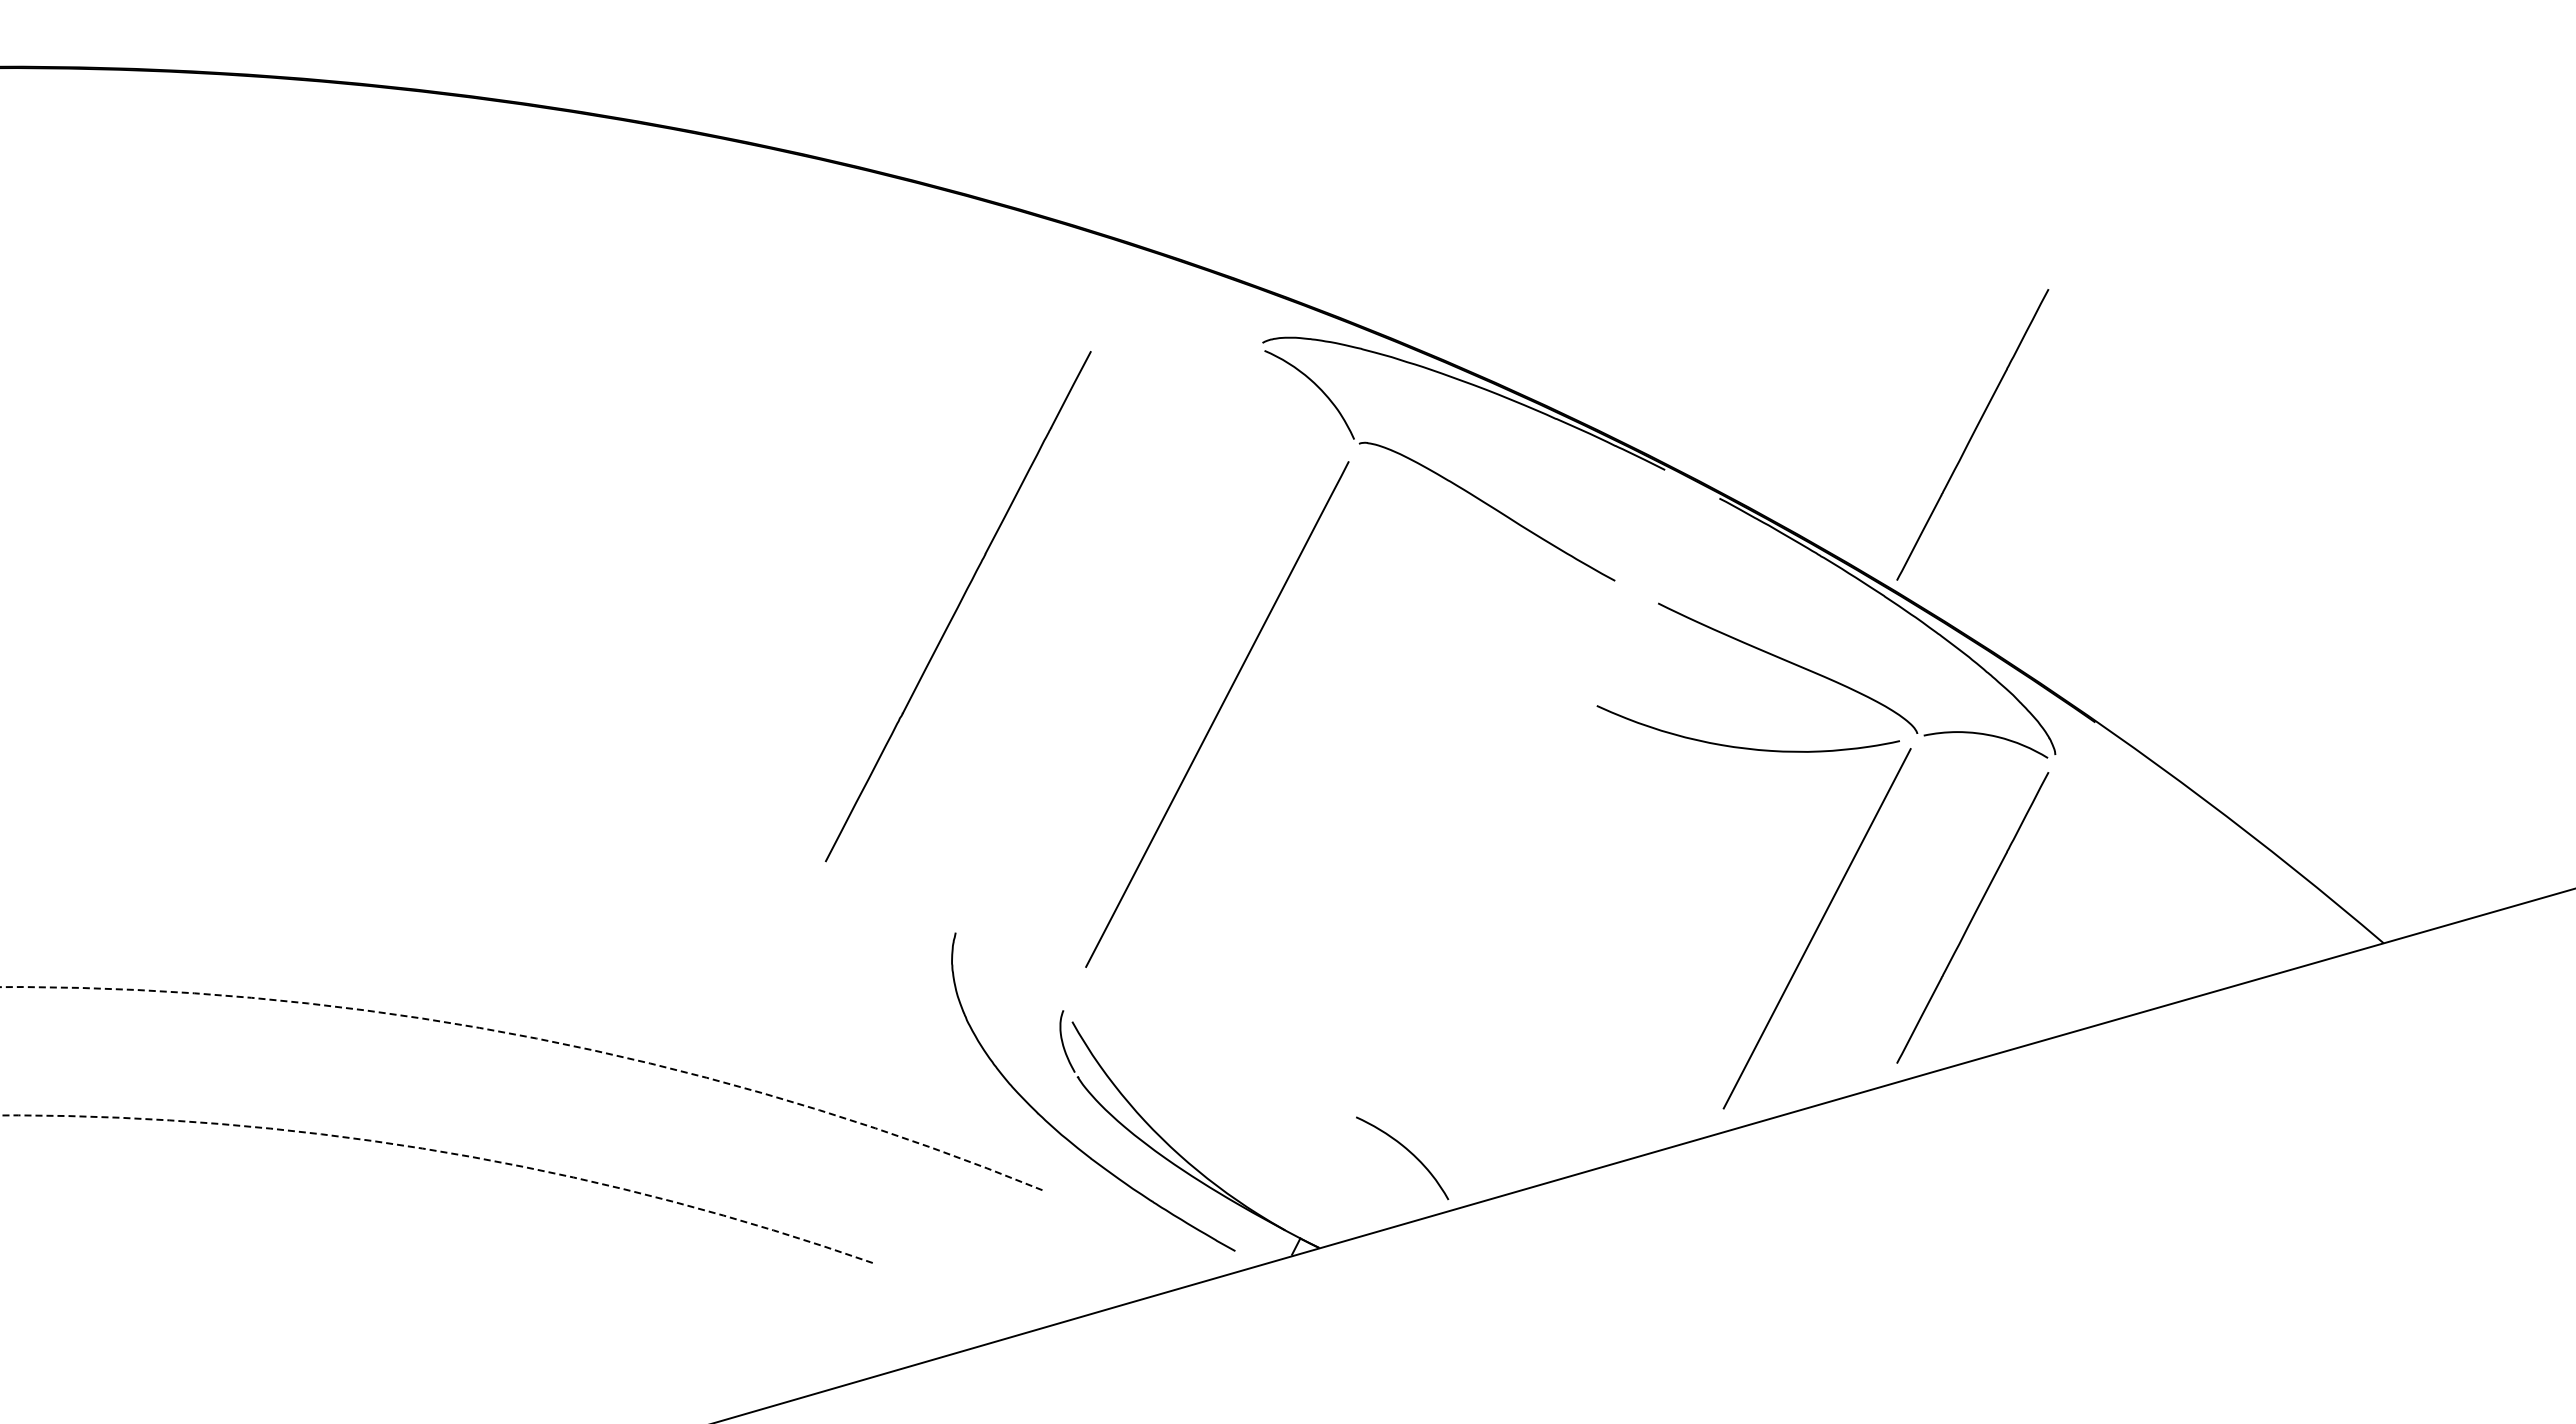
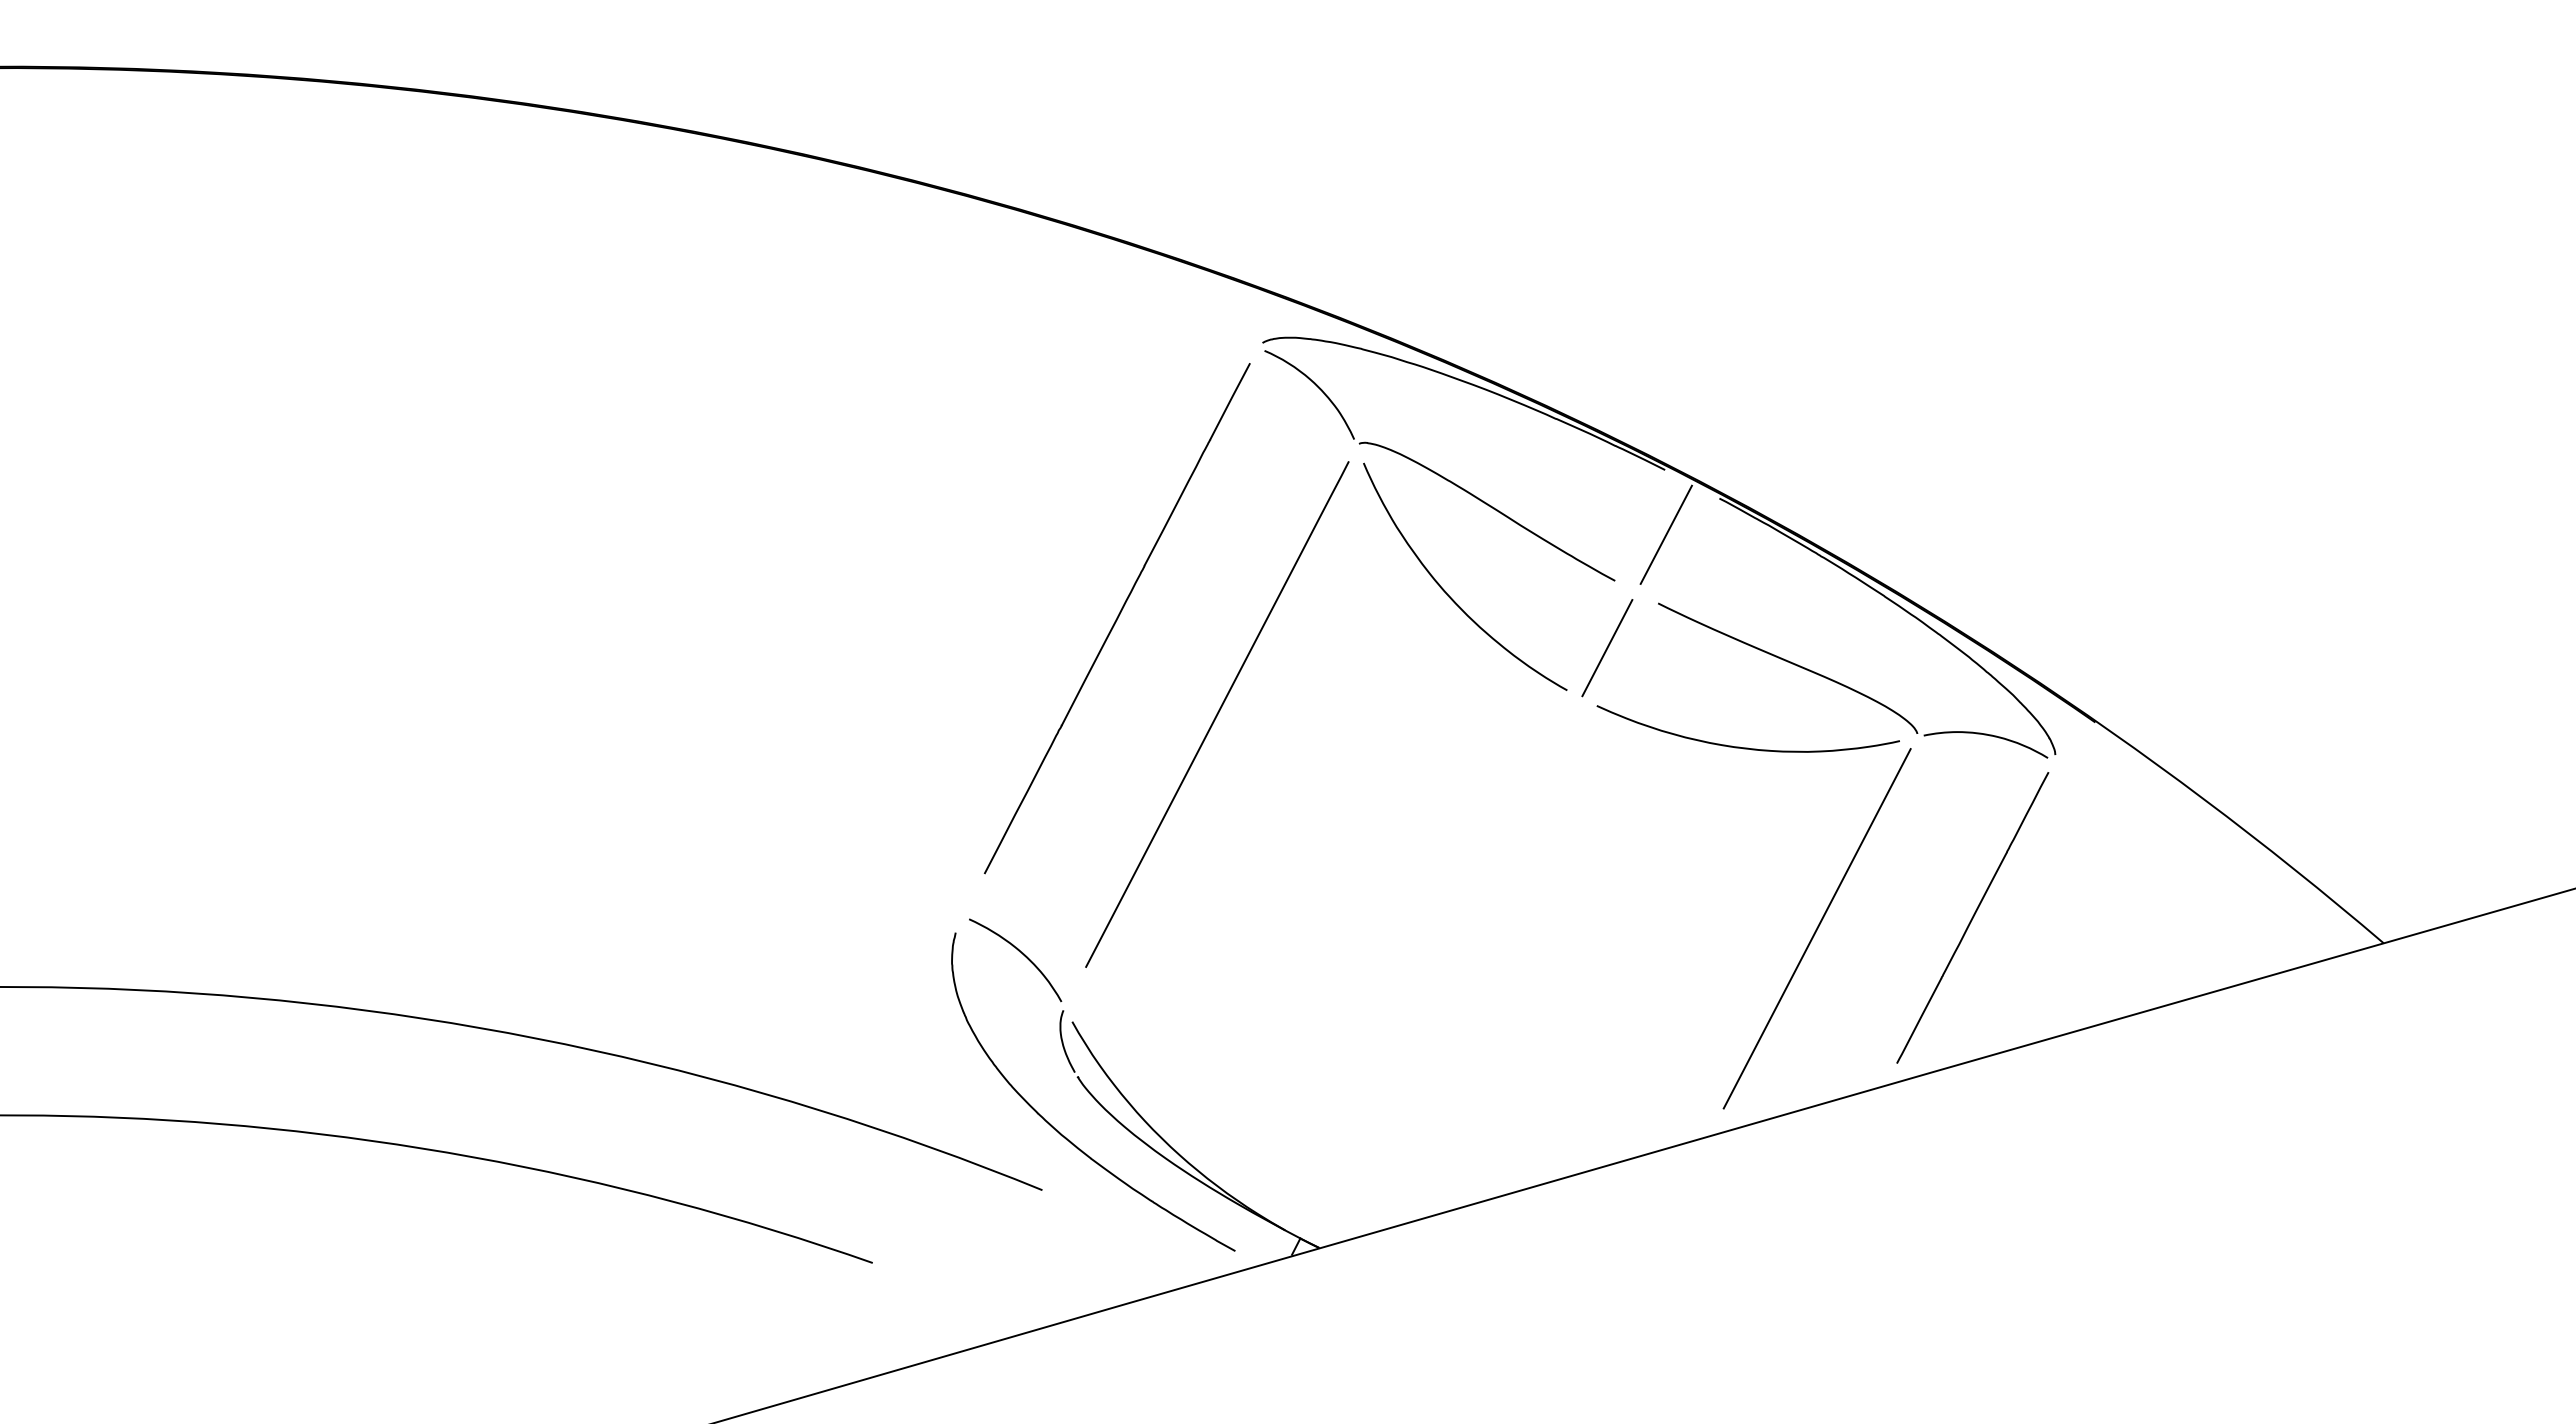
line at (1972, 434): present -> none
line at (1665, 534): none -> present
curve at (1445, 590): none -> present
line at (958, 606) position: (958, 606) -> (1117, 618)
line at (1607, 648): none -> present
arc at (530, 1037): dashed -> solid
arc at (442, 1151): dashed -> solid
curve at (1408, 1151) position: (1408, 1151) -> (1021, 953)
